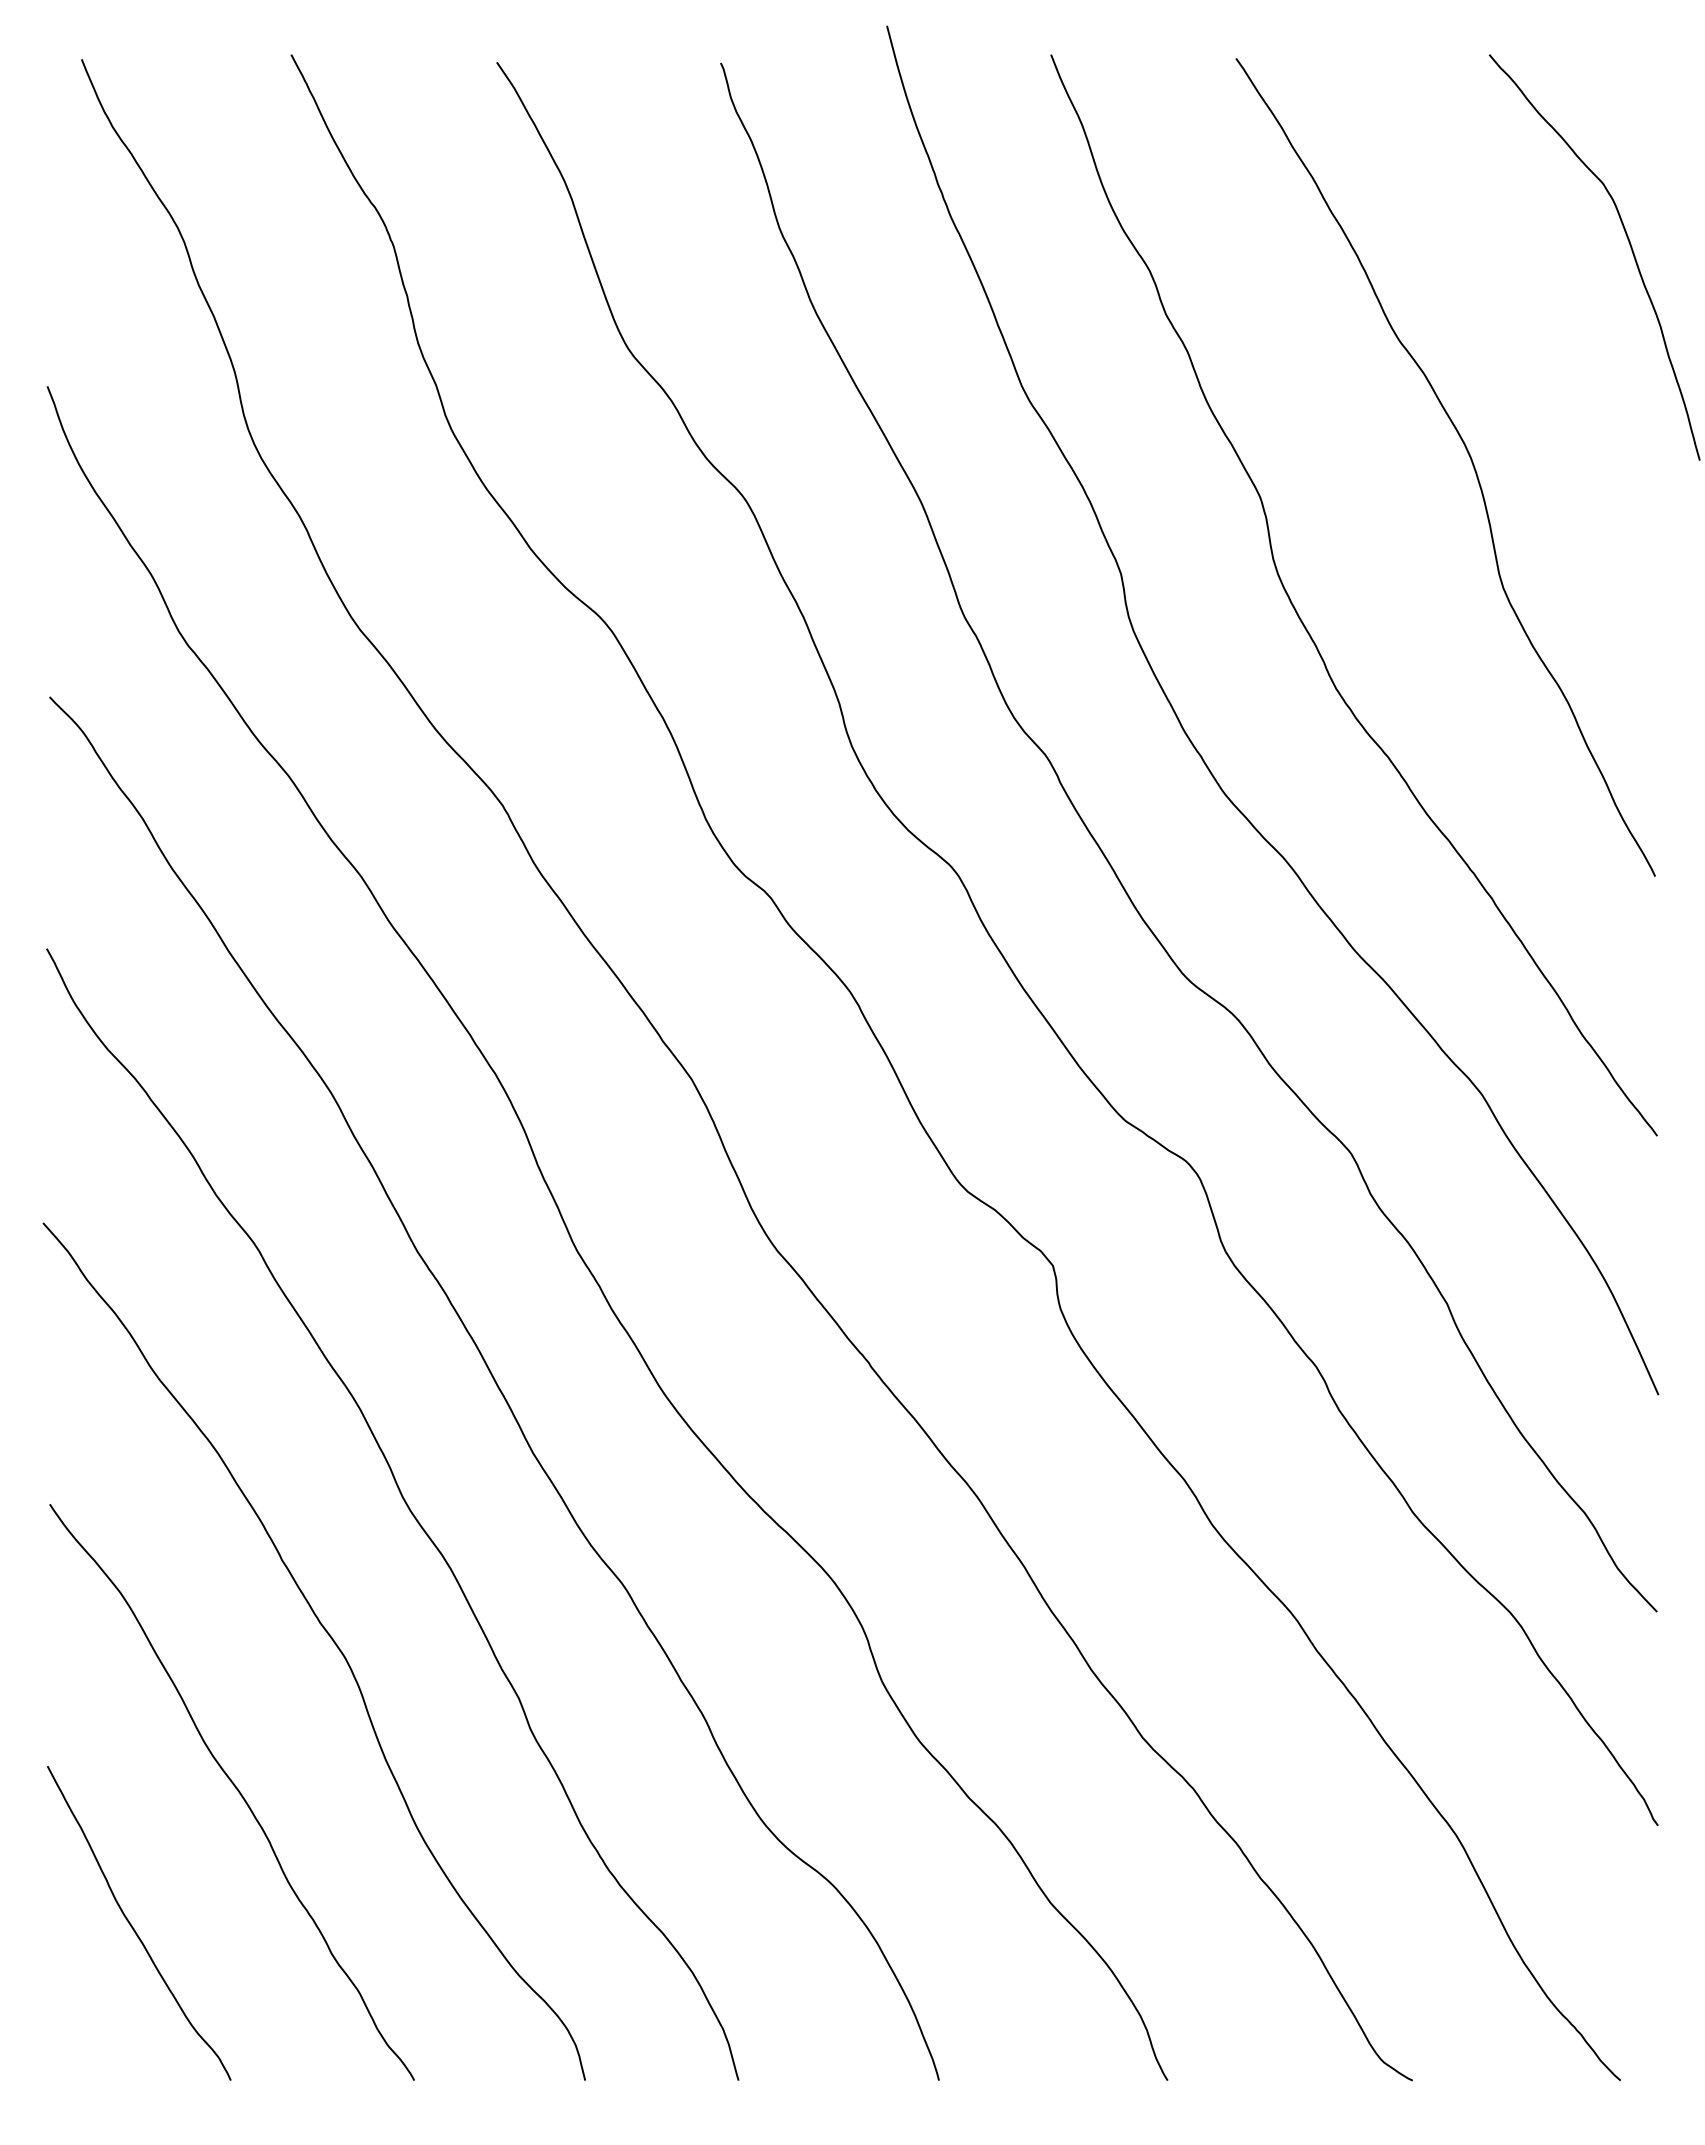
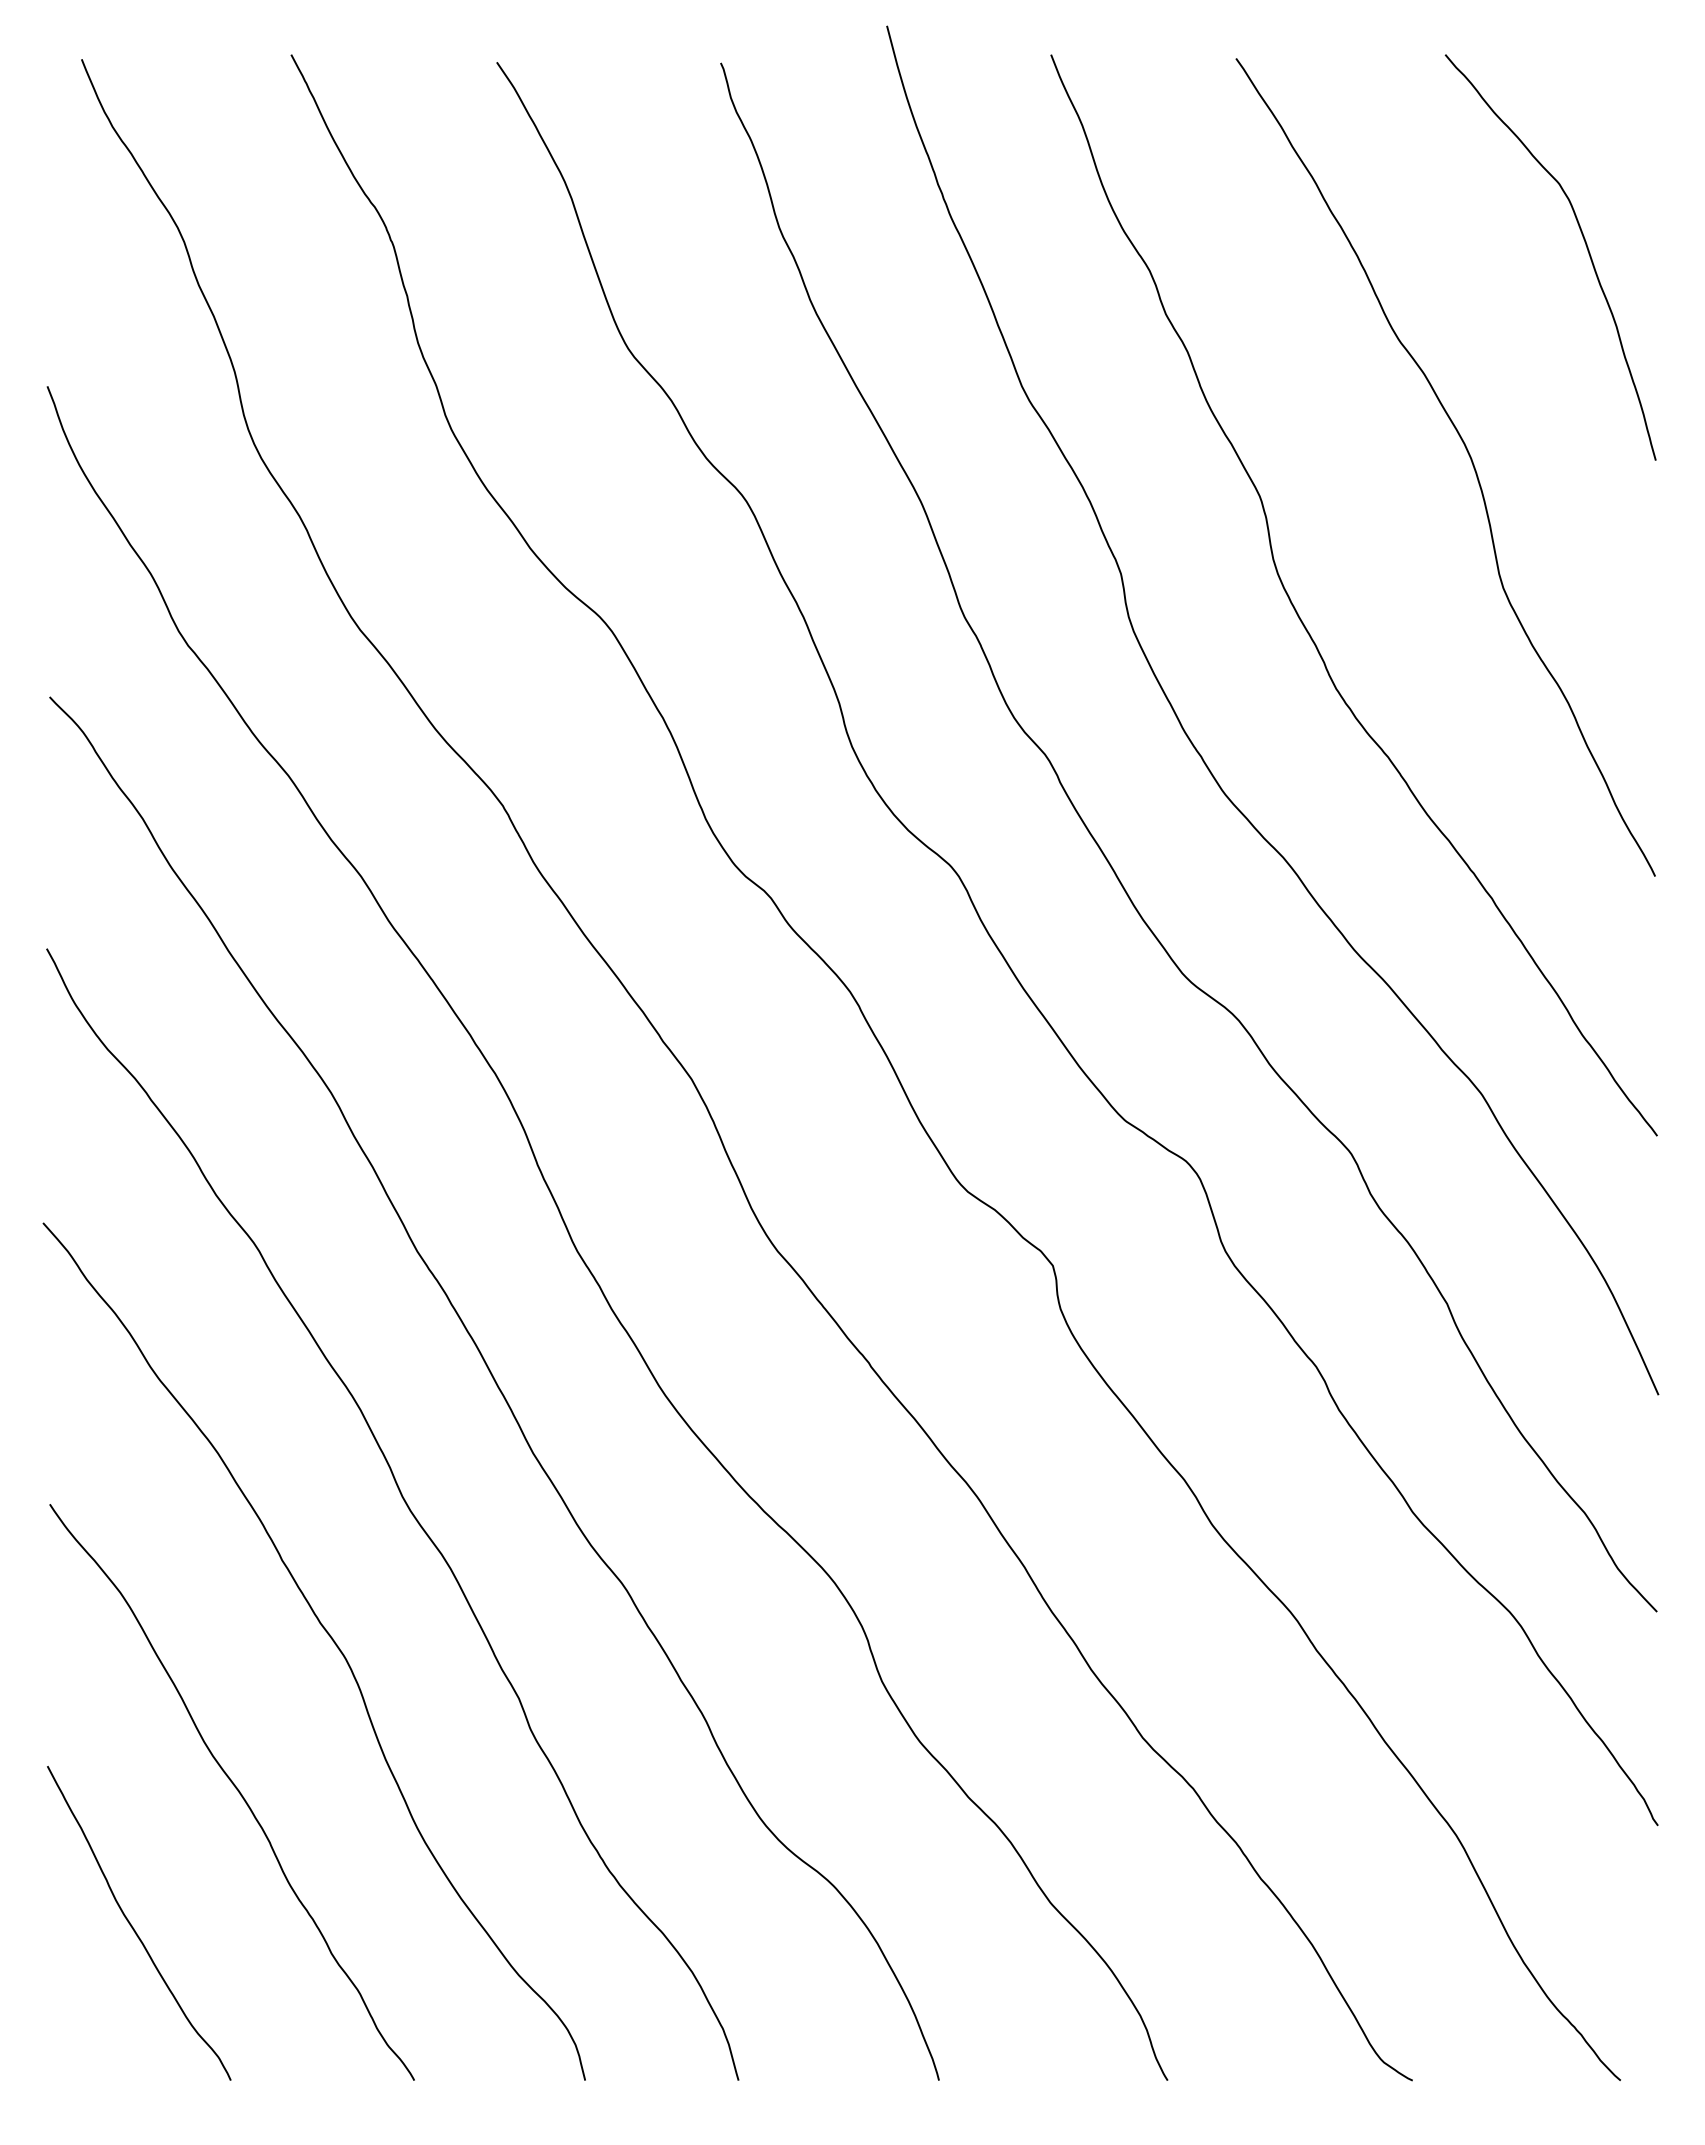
curve at (1629, 245) position: (1629, 245) -> (1585, 245)
